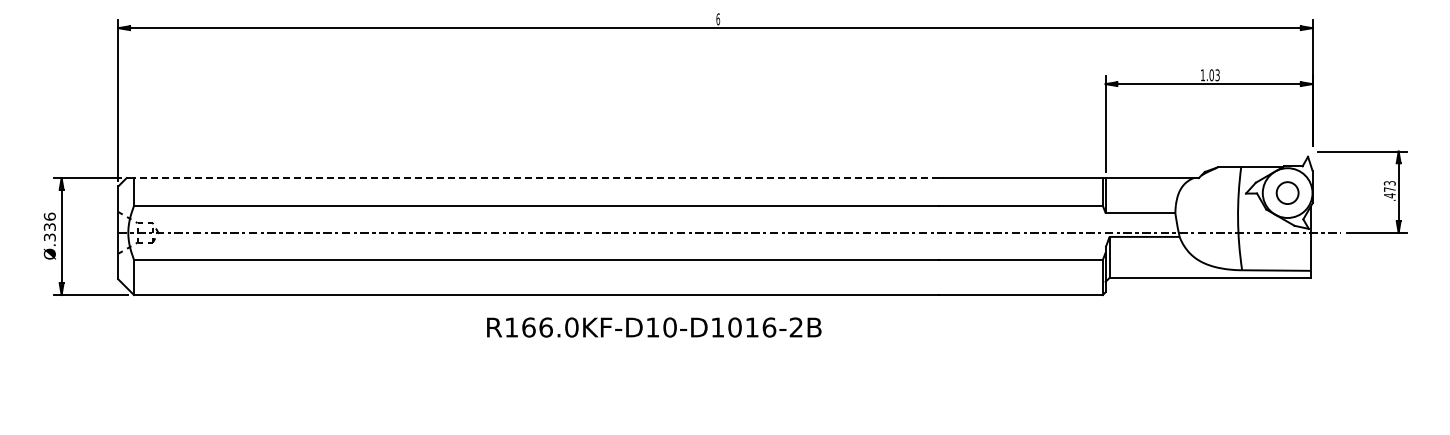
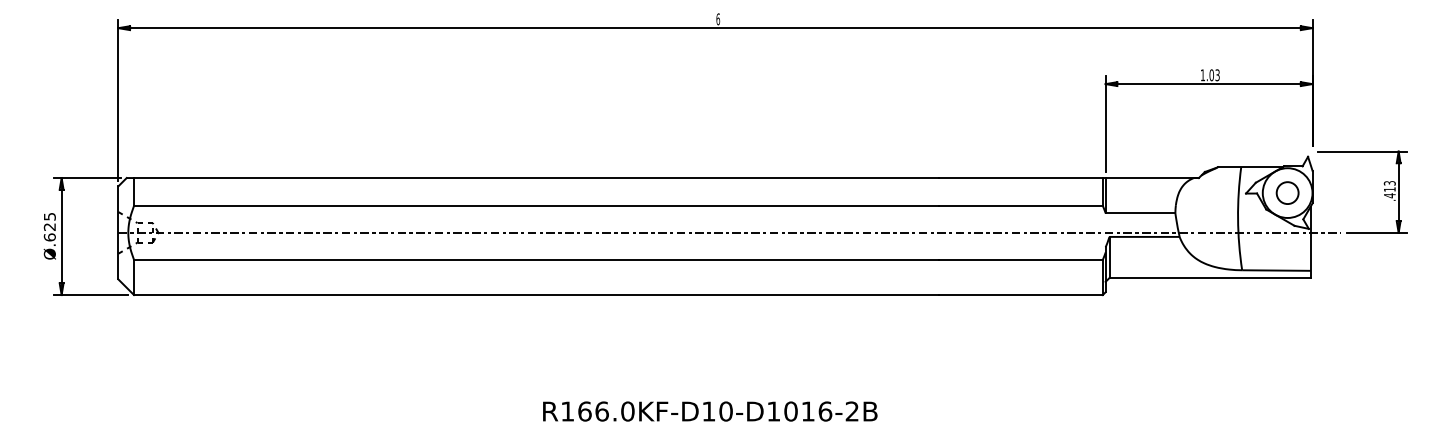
line at (536, 178): dashed -> solid
text at (1389, 189): .473 -> .413
text at (49, 226): Ø.336 -> Ø.625
text at (654, 327) position: (654, 327) -> (710, 411)
